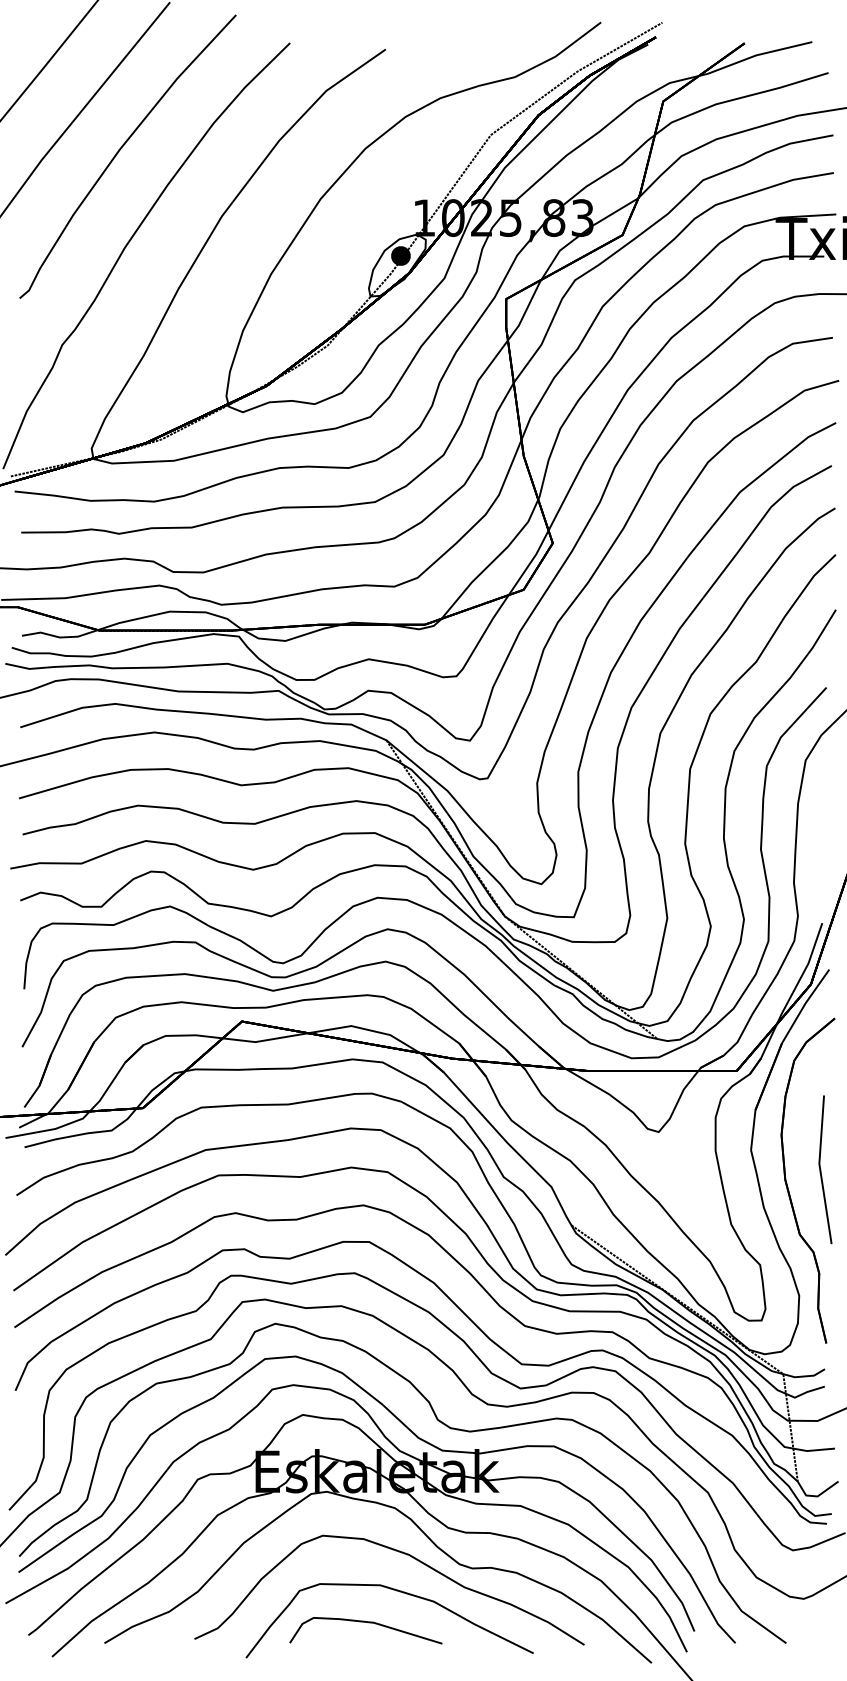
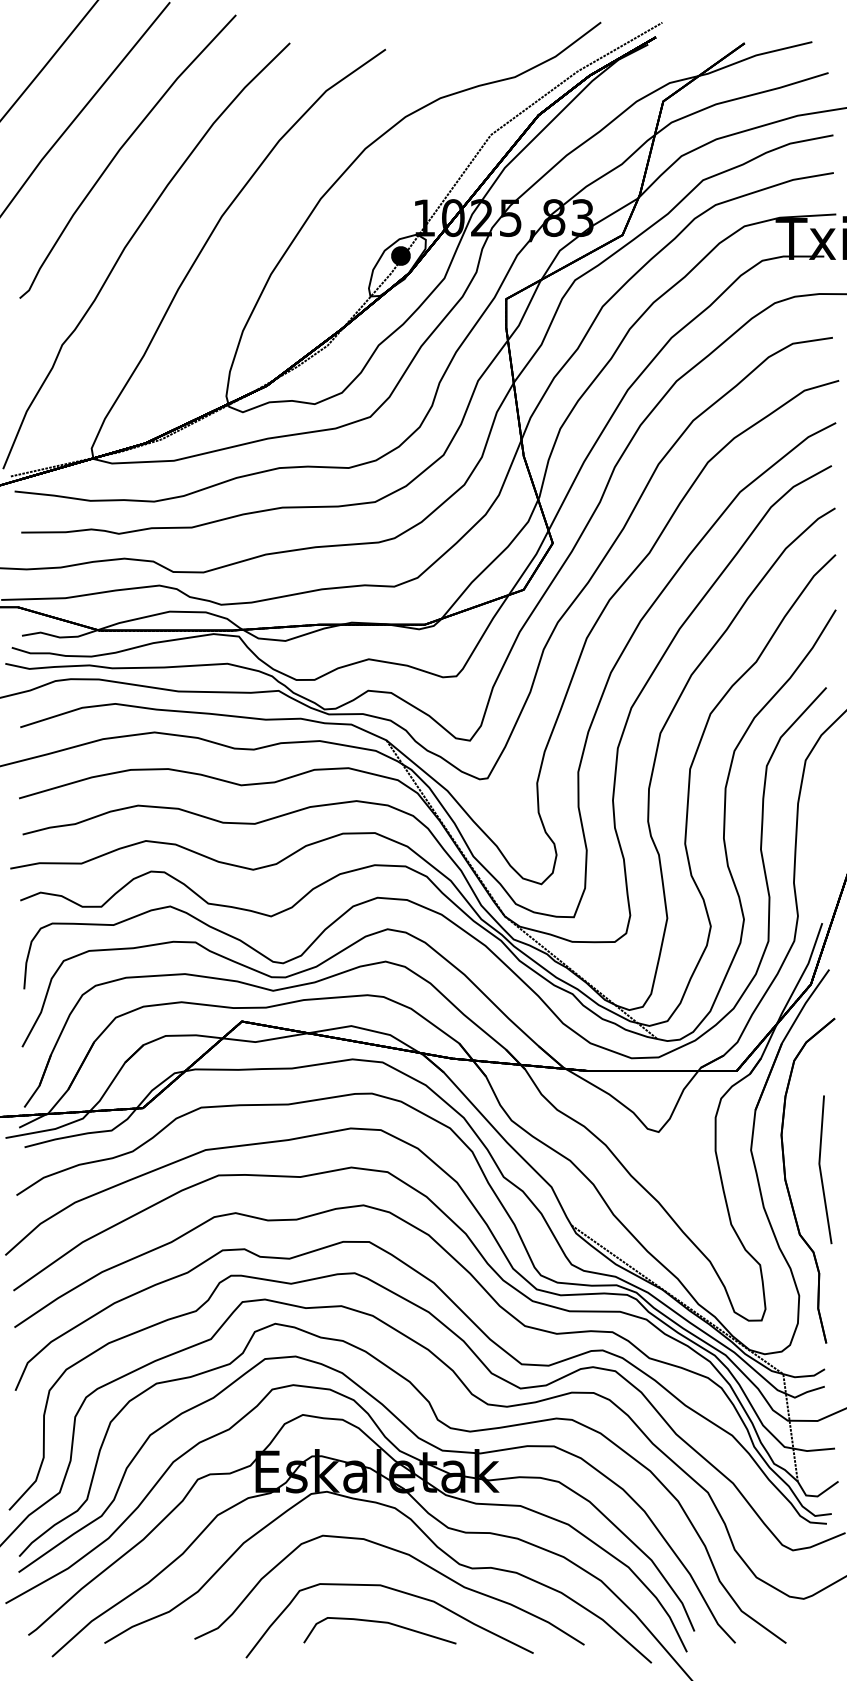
part at (368, 1623) position: (368, 1623) -> (382, 1623)
